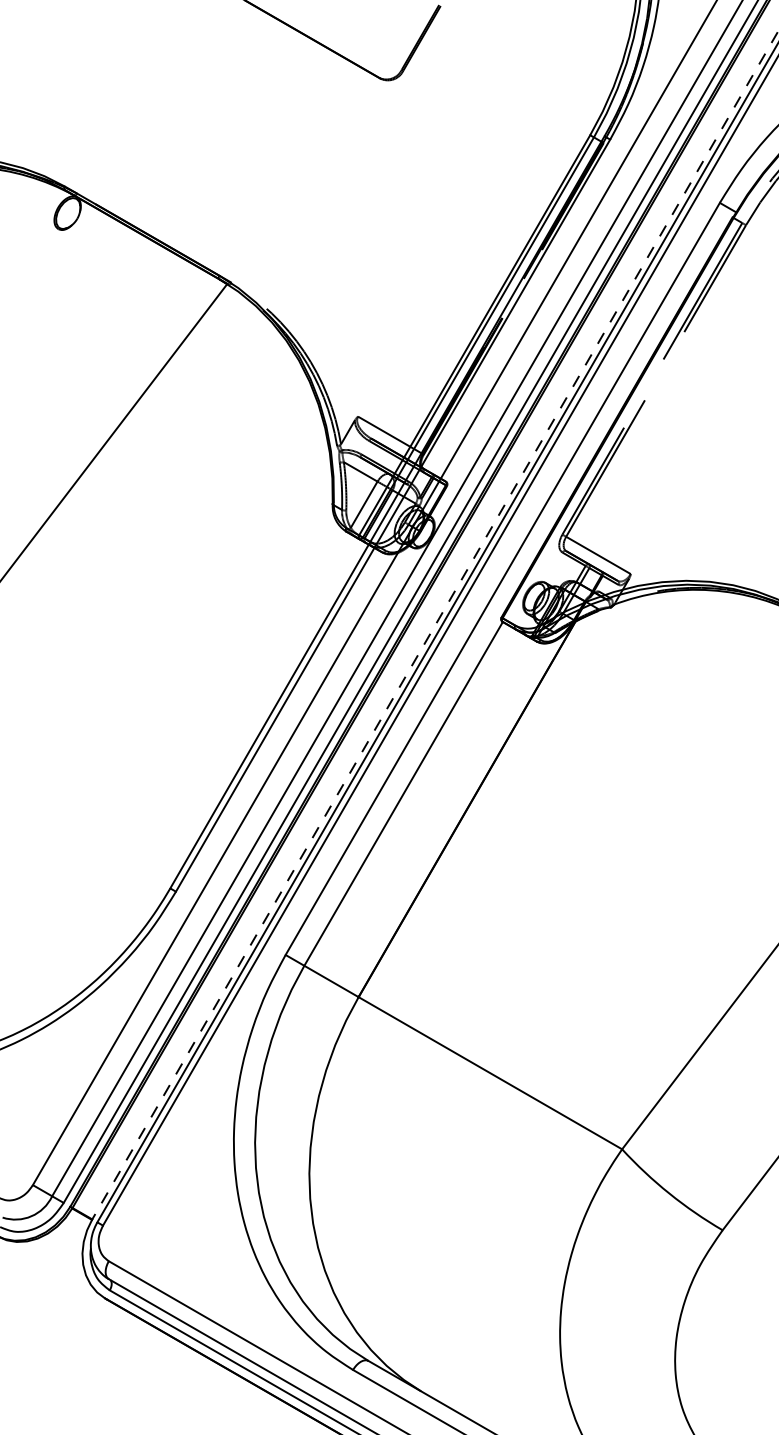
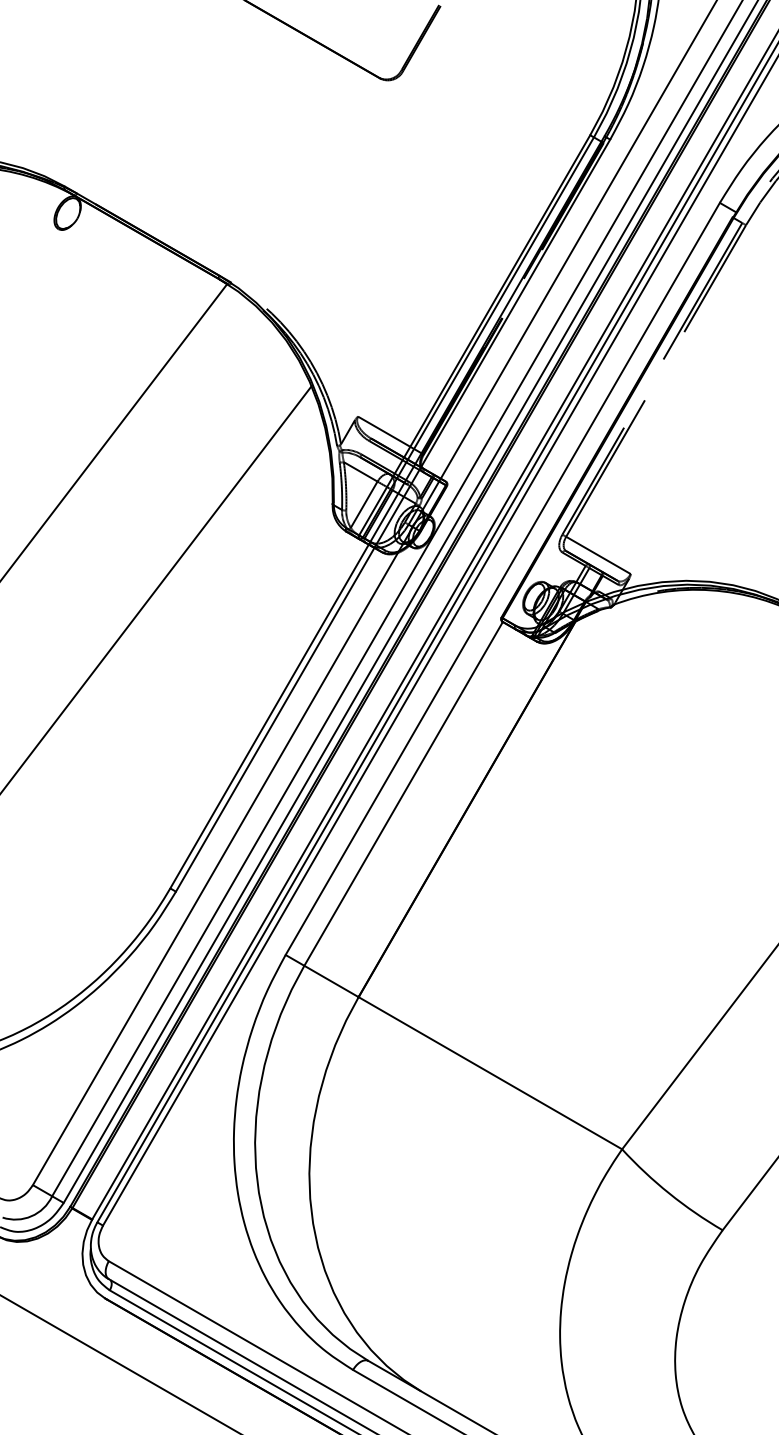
line at (156, 588): none -> present
line at (435, 625): dashed -> solid
line at (119, 1363): none -> present
